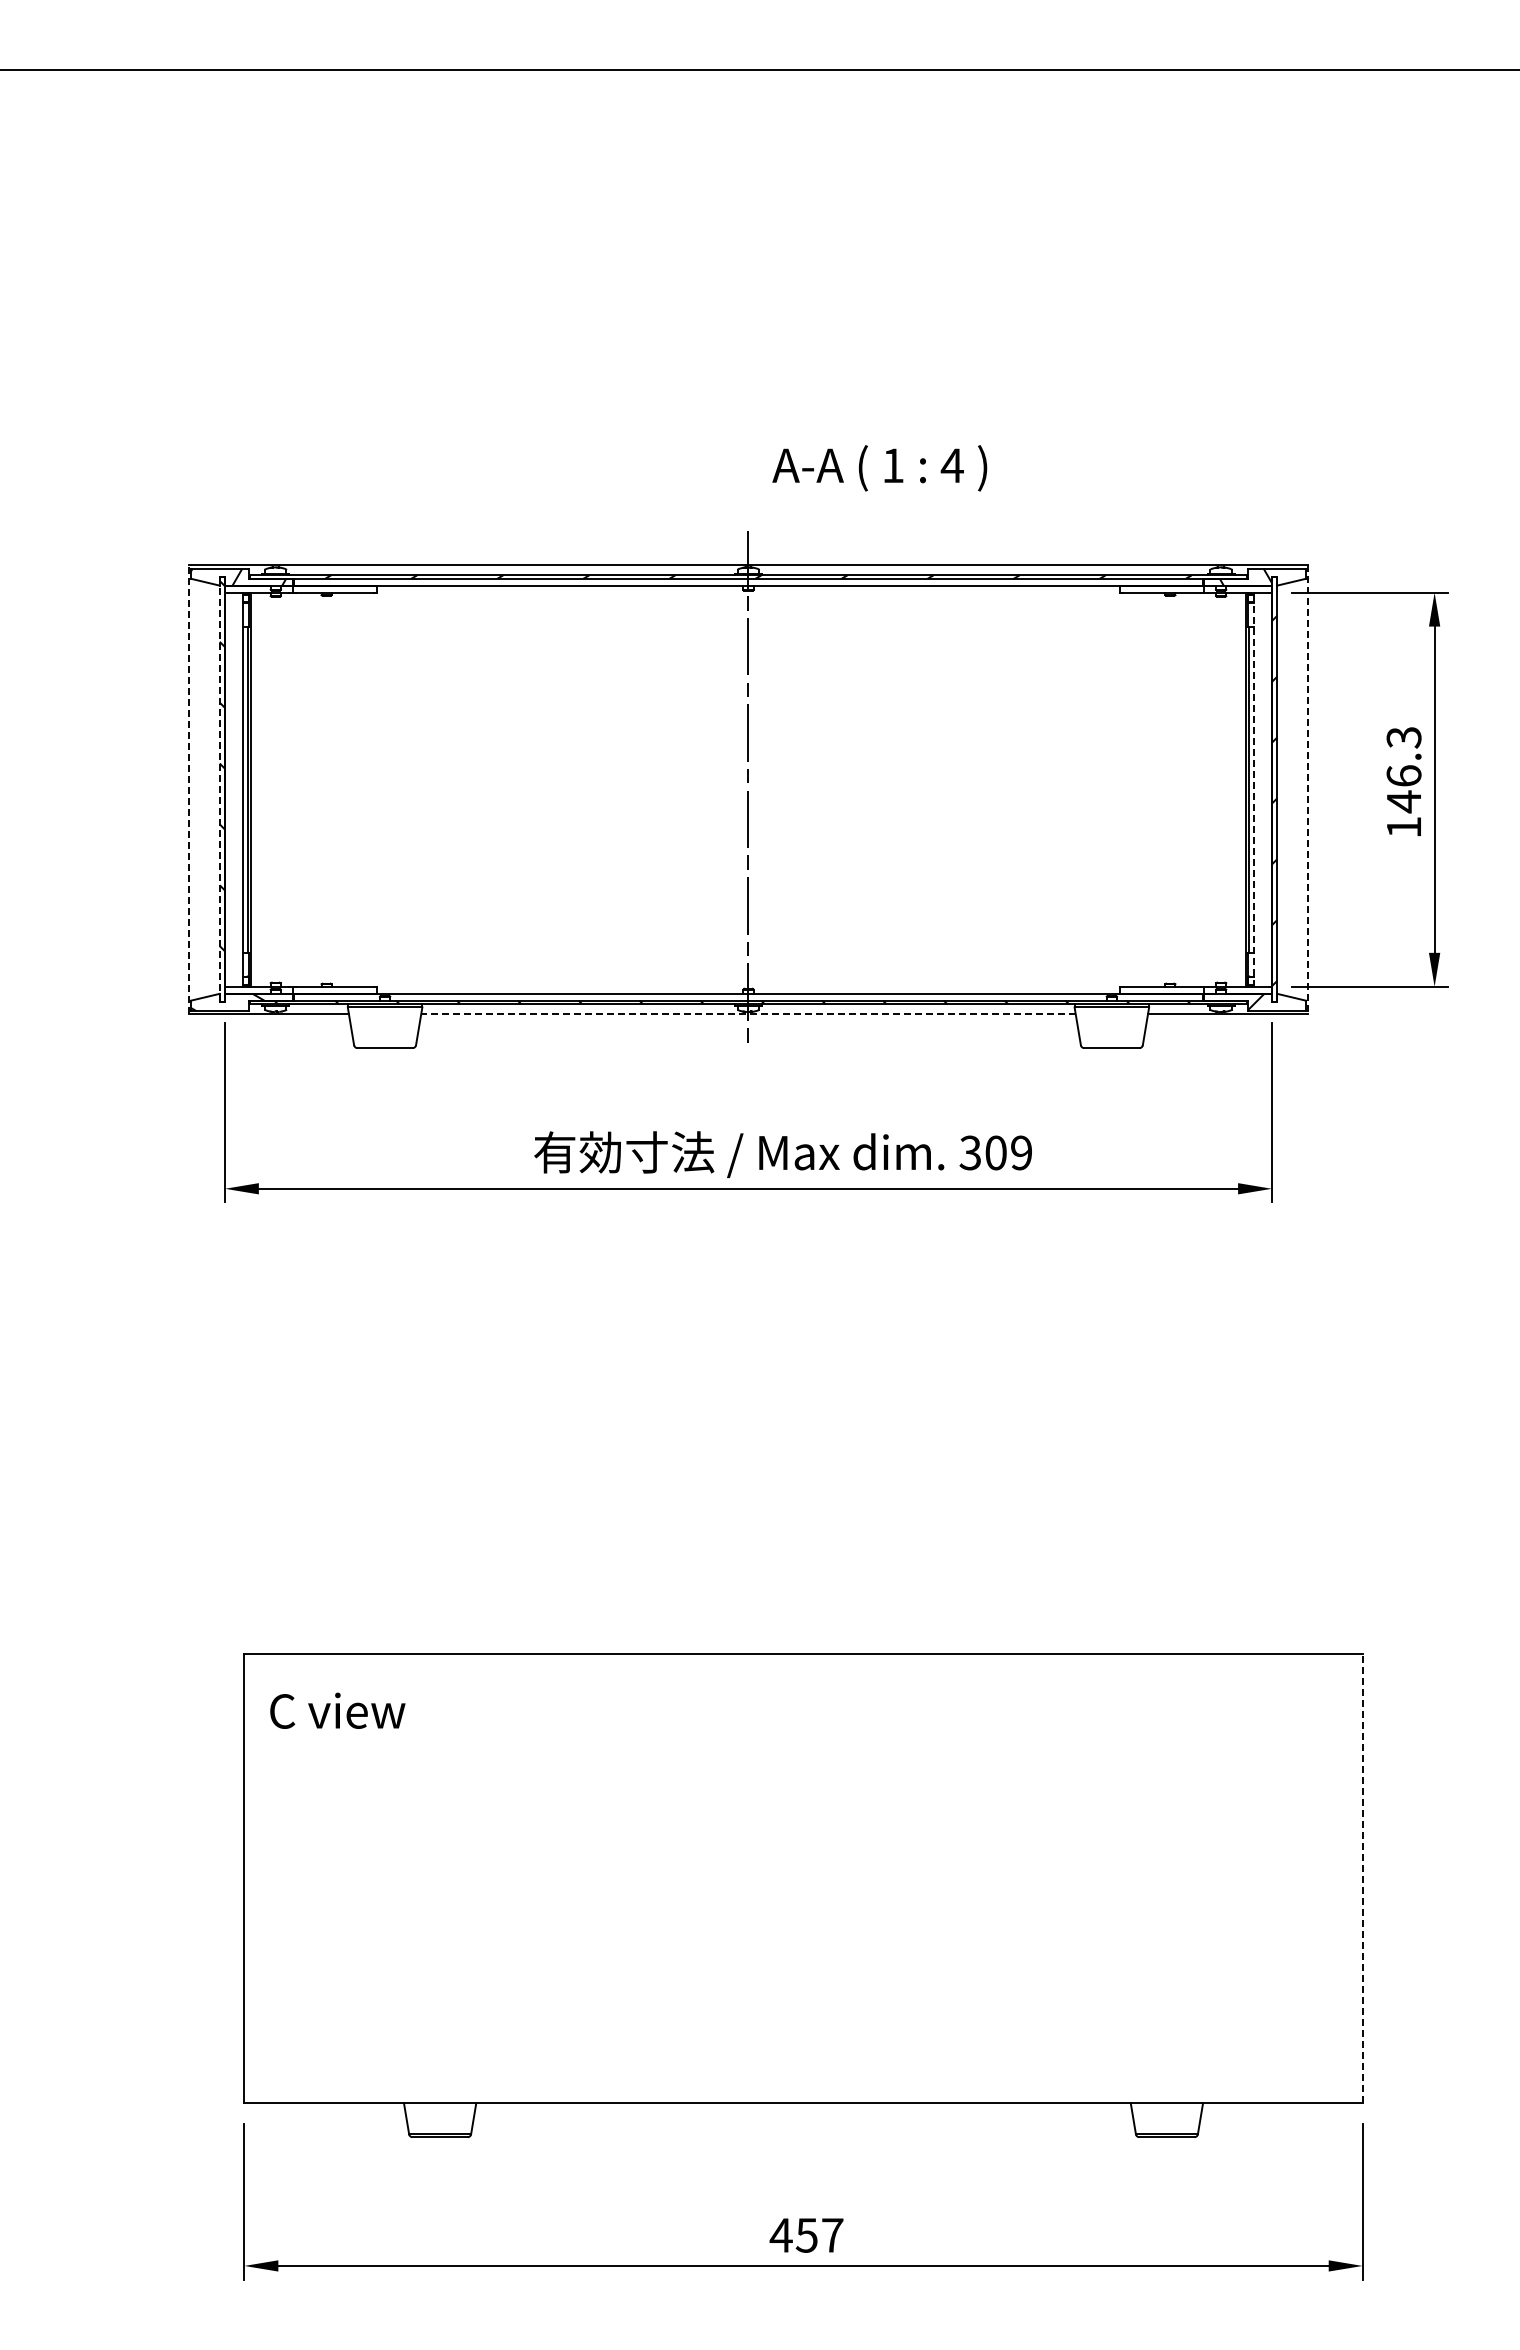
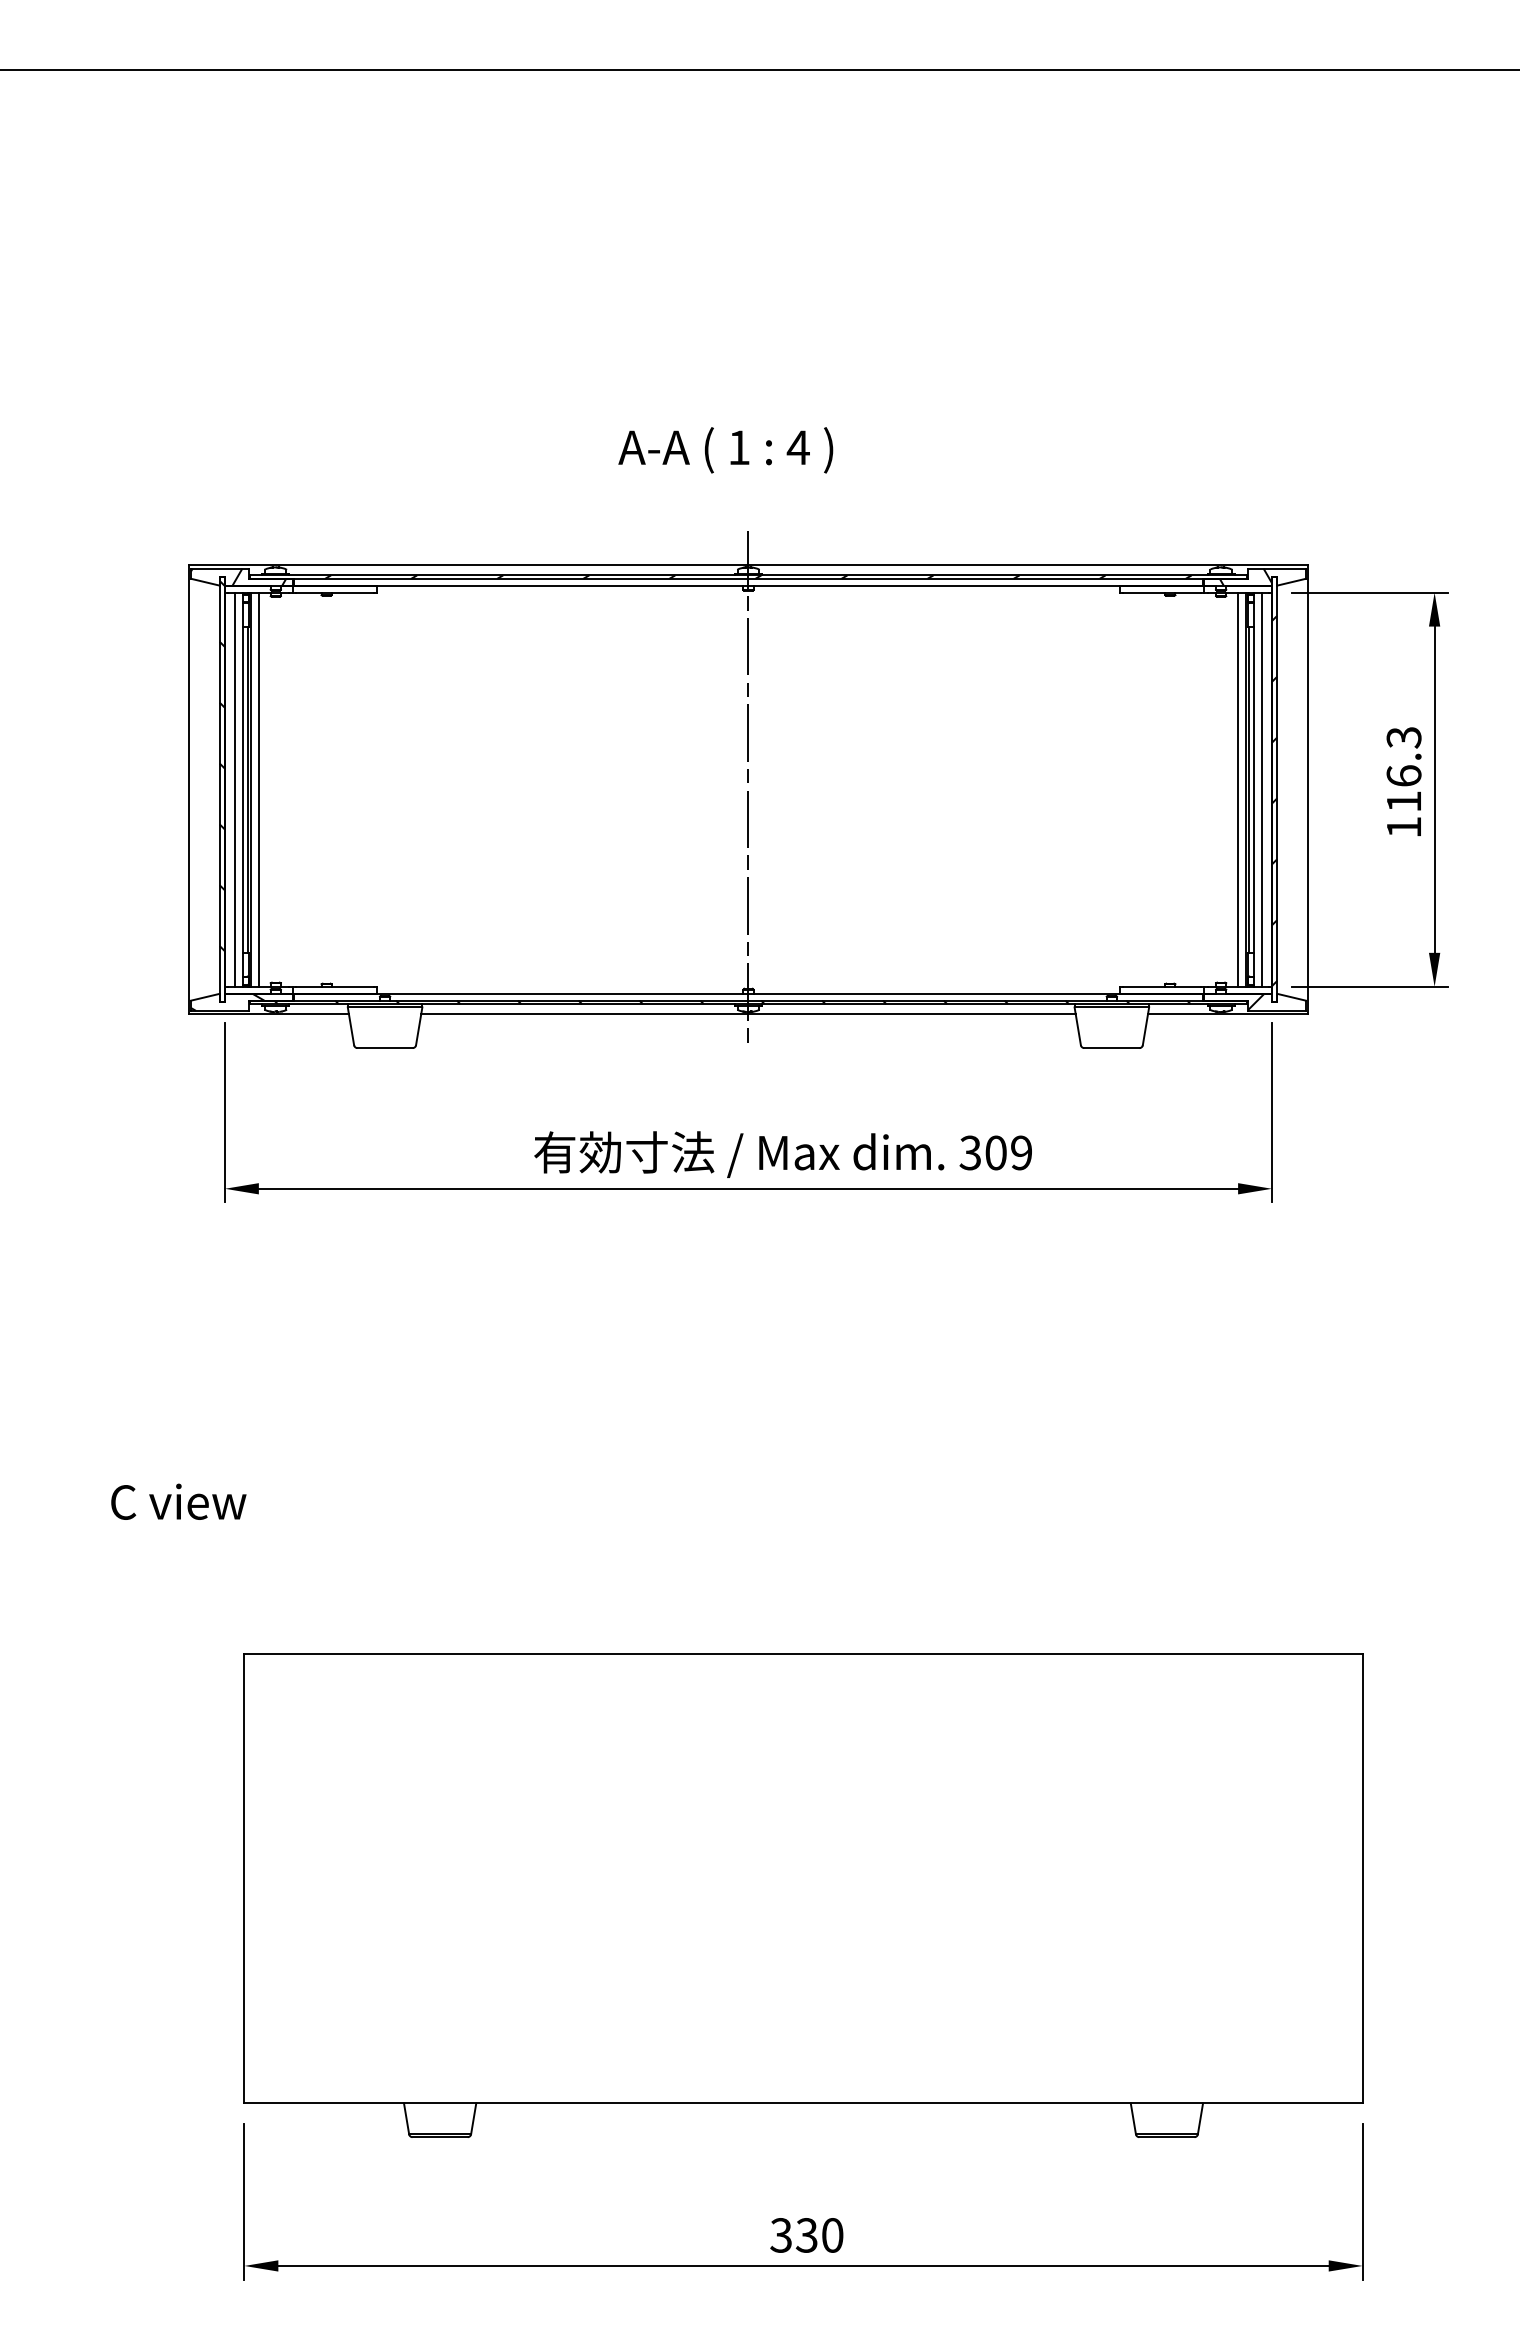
text at (879, 468) position: (879, 468) -> (725, 450)
line at (189, 789): dashed -> solid
line at (219, 789): dashed -> solid
line at (235, 789): none -> present
line at (258, 789): none -> present
line at (1238, 789): none -> present
line at (1253, 789): dashed -> solid
line at (1261, 789): none -> present
line at (1307, 790): dashed -> solid
text at (1403, 801): 146.3 -> 116.3
line at (747, 1014): dashed -> solid
text at (337, 1710) position: (337, 1710) -> (178, 1501)
line at (1362, 1878): dashed -> solid
text at (806, 2235): 457 -> 330
